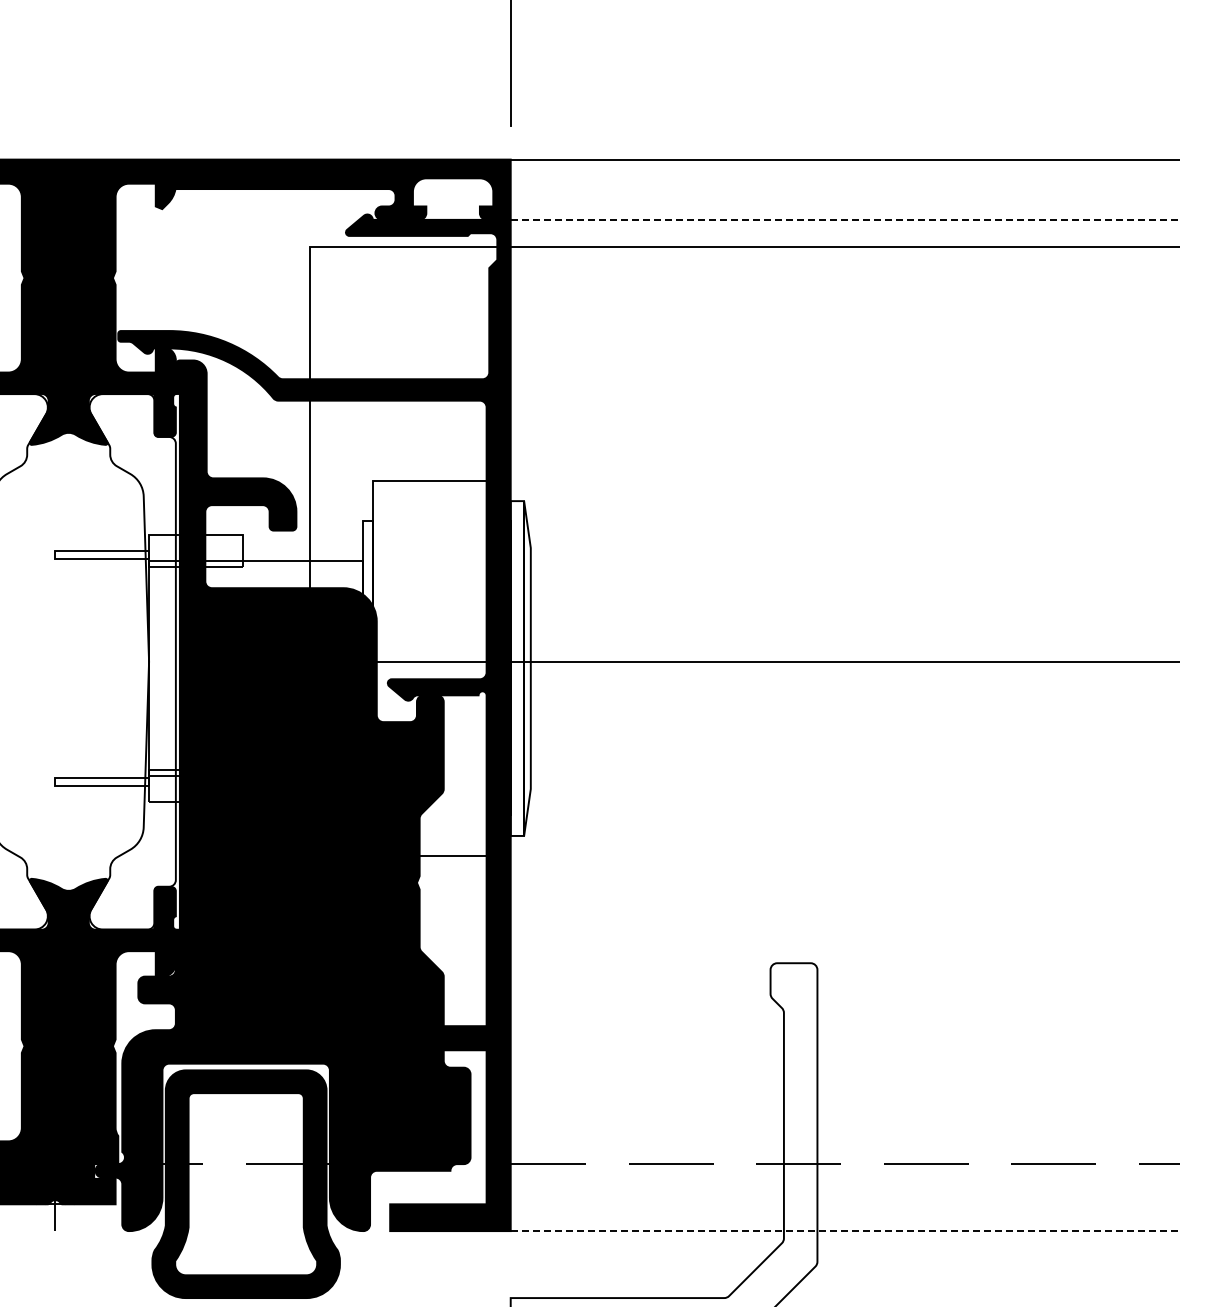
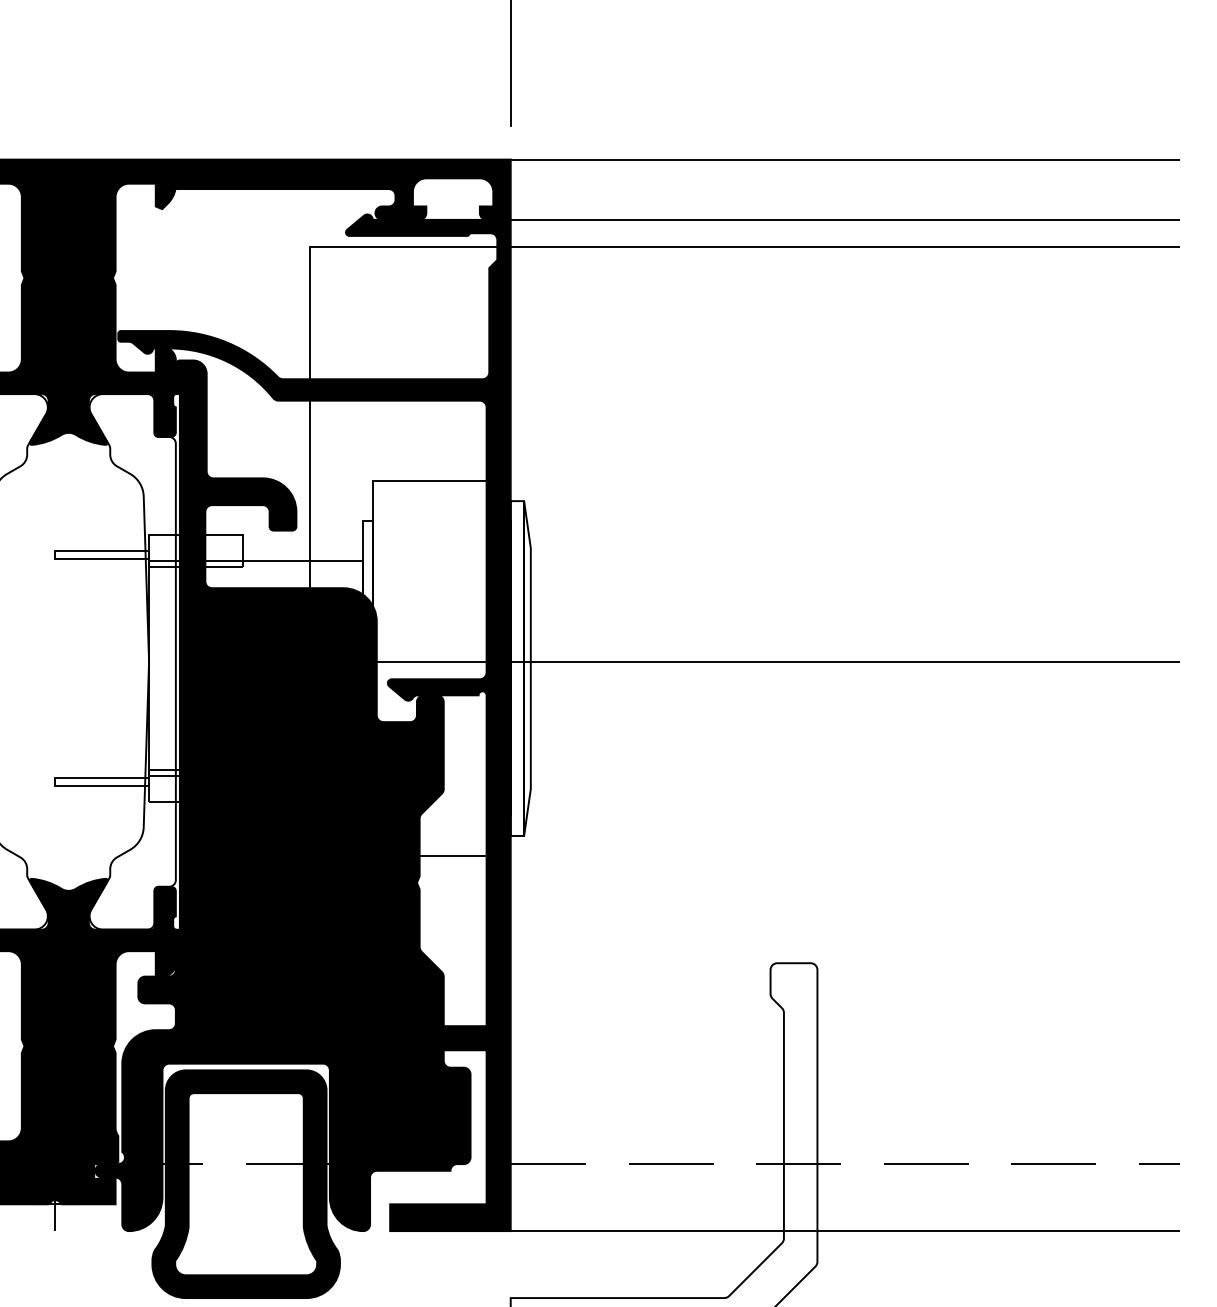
line at (845, 219): dashed -> solid
line at (845, 1231): dashed -> solid
